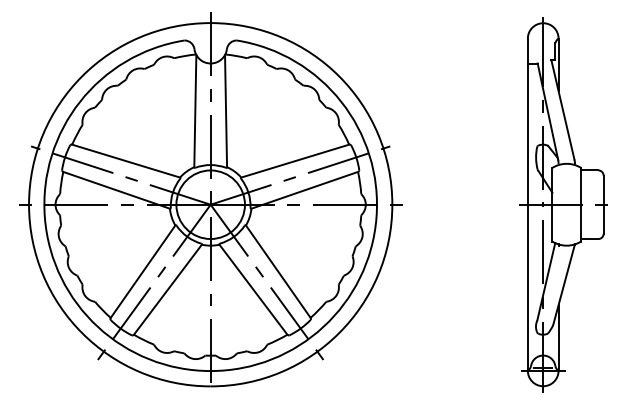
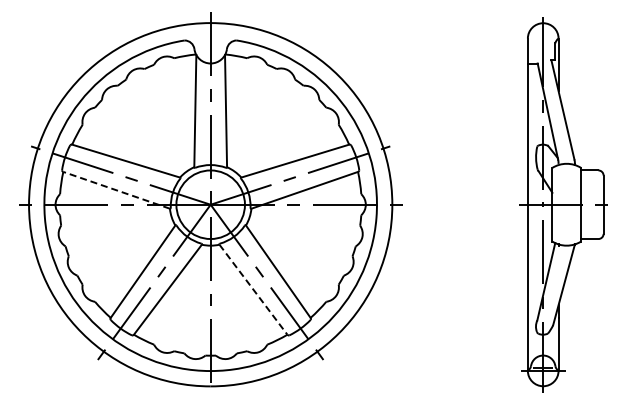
line at (116, 190): solid -> dashed
line at (253, 290): solid -> dashed
